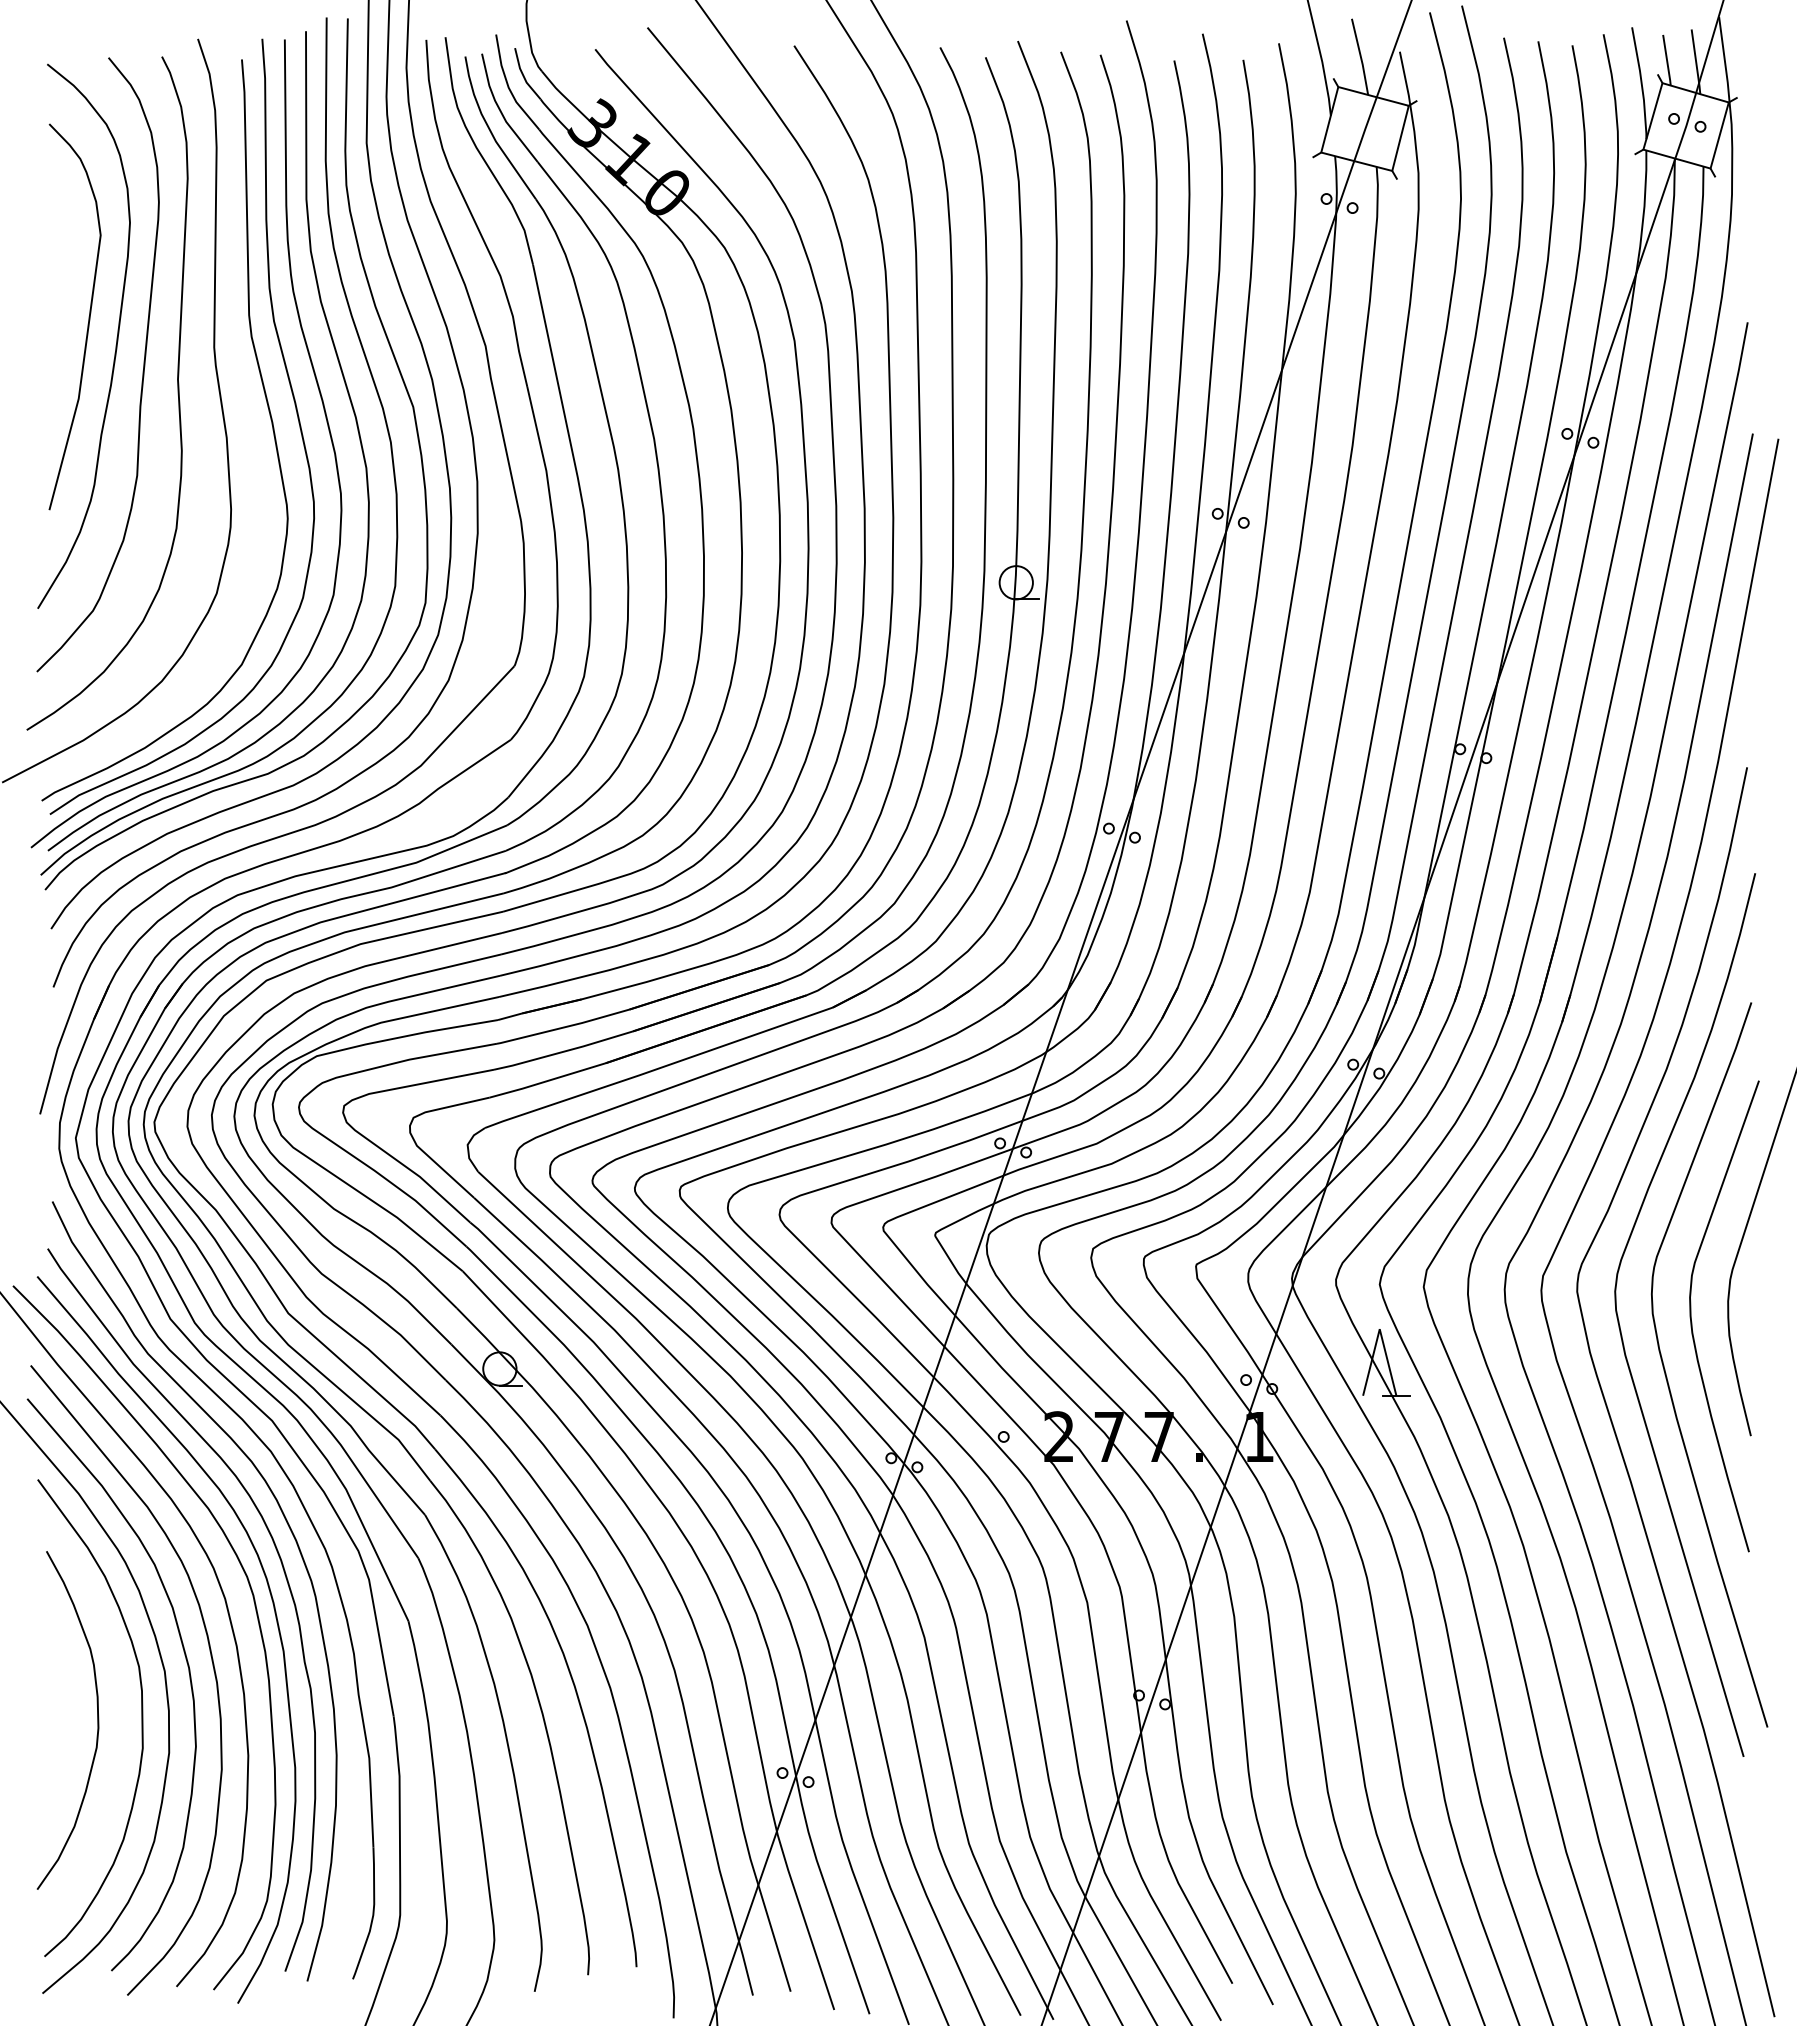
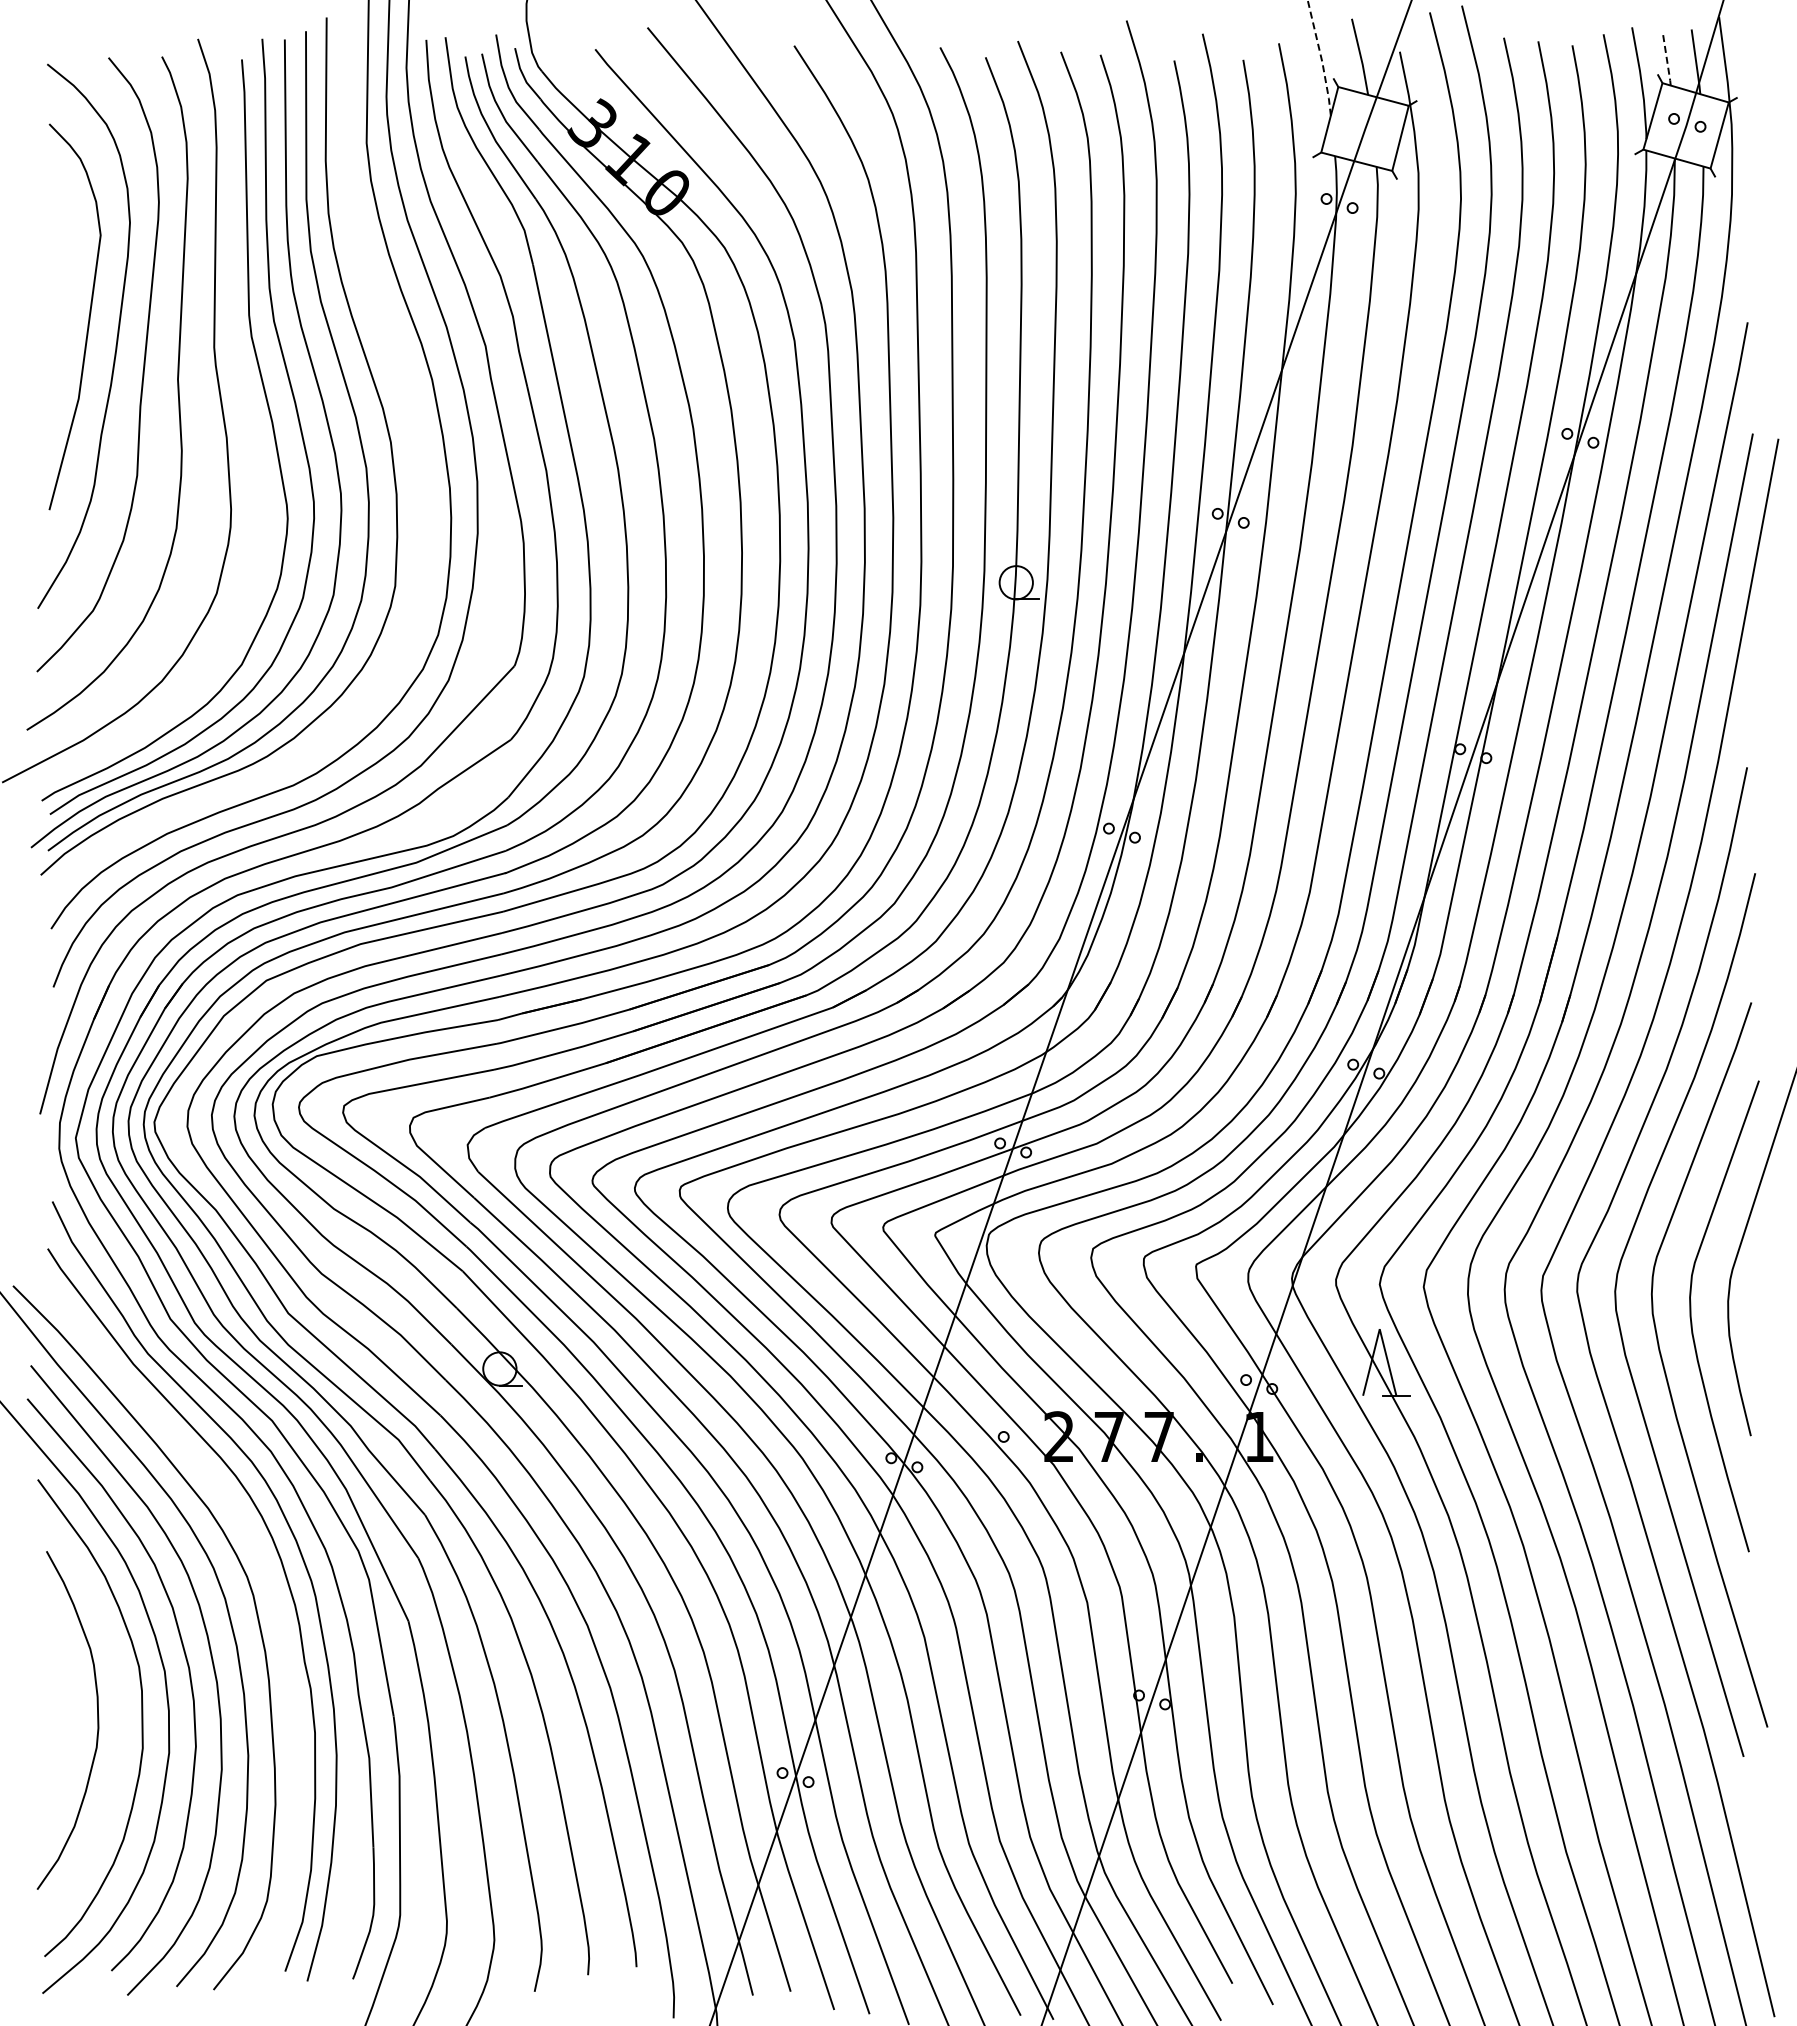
line at (1321, 58): solid -> dashed
line at (1667, 60): solid -> dashed
curve at (406, 392): present -> none
curve at (275, 1618): present -> none
